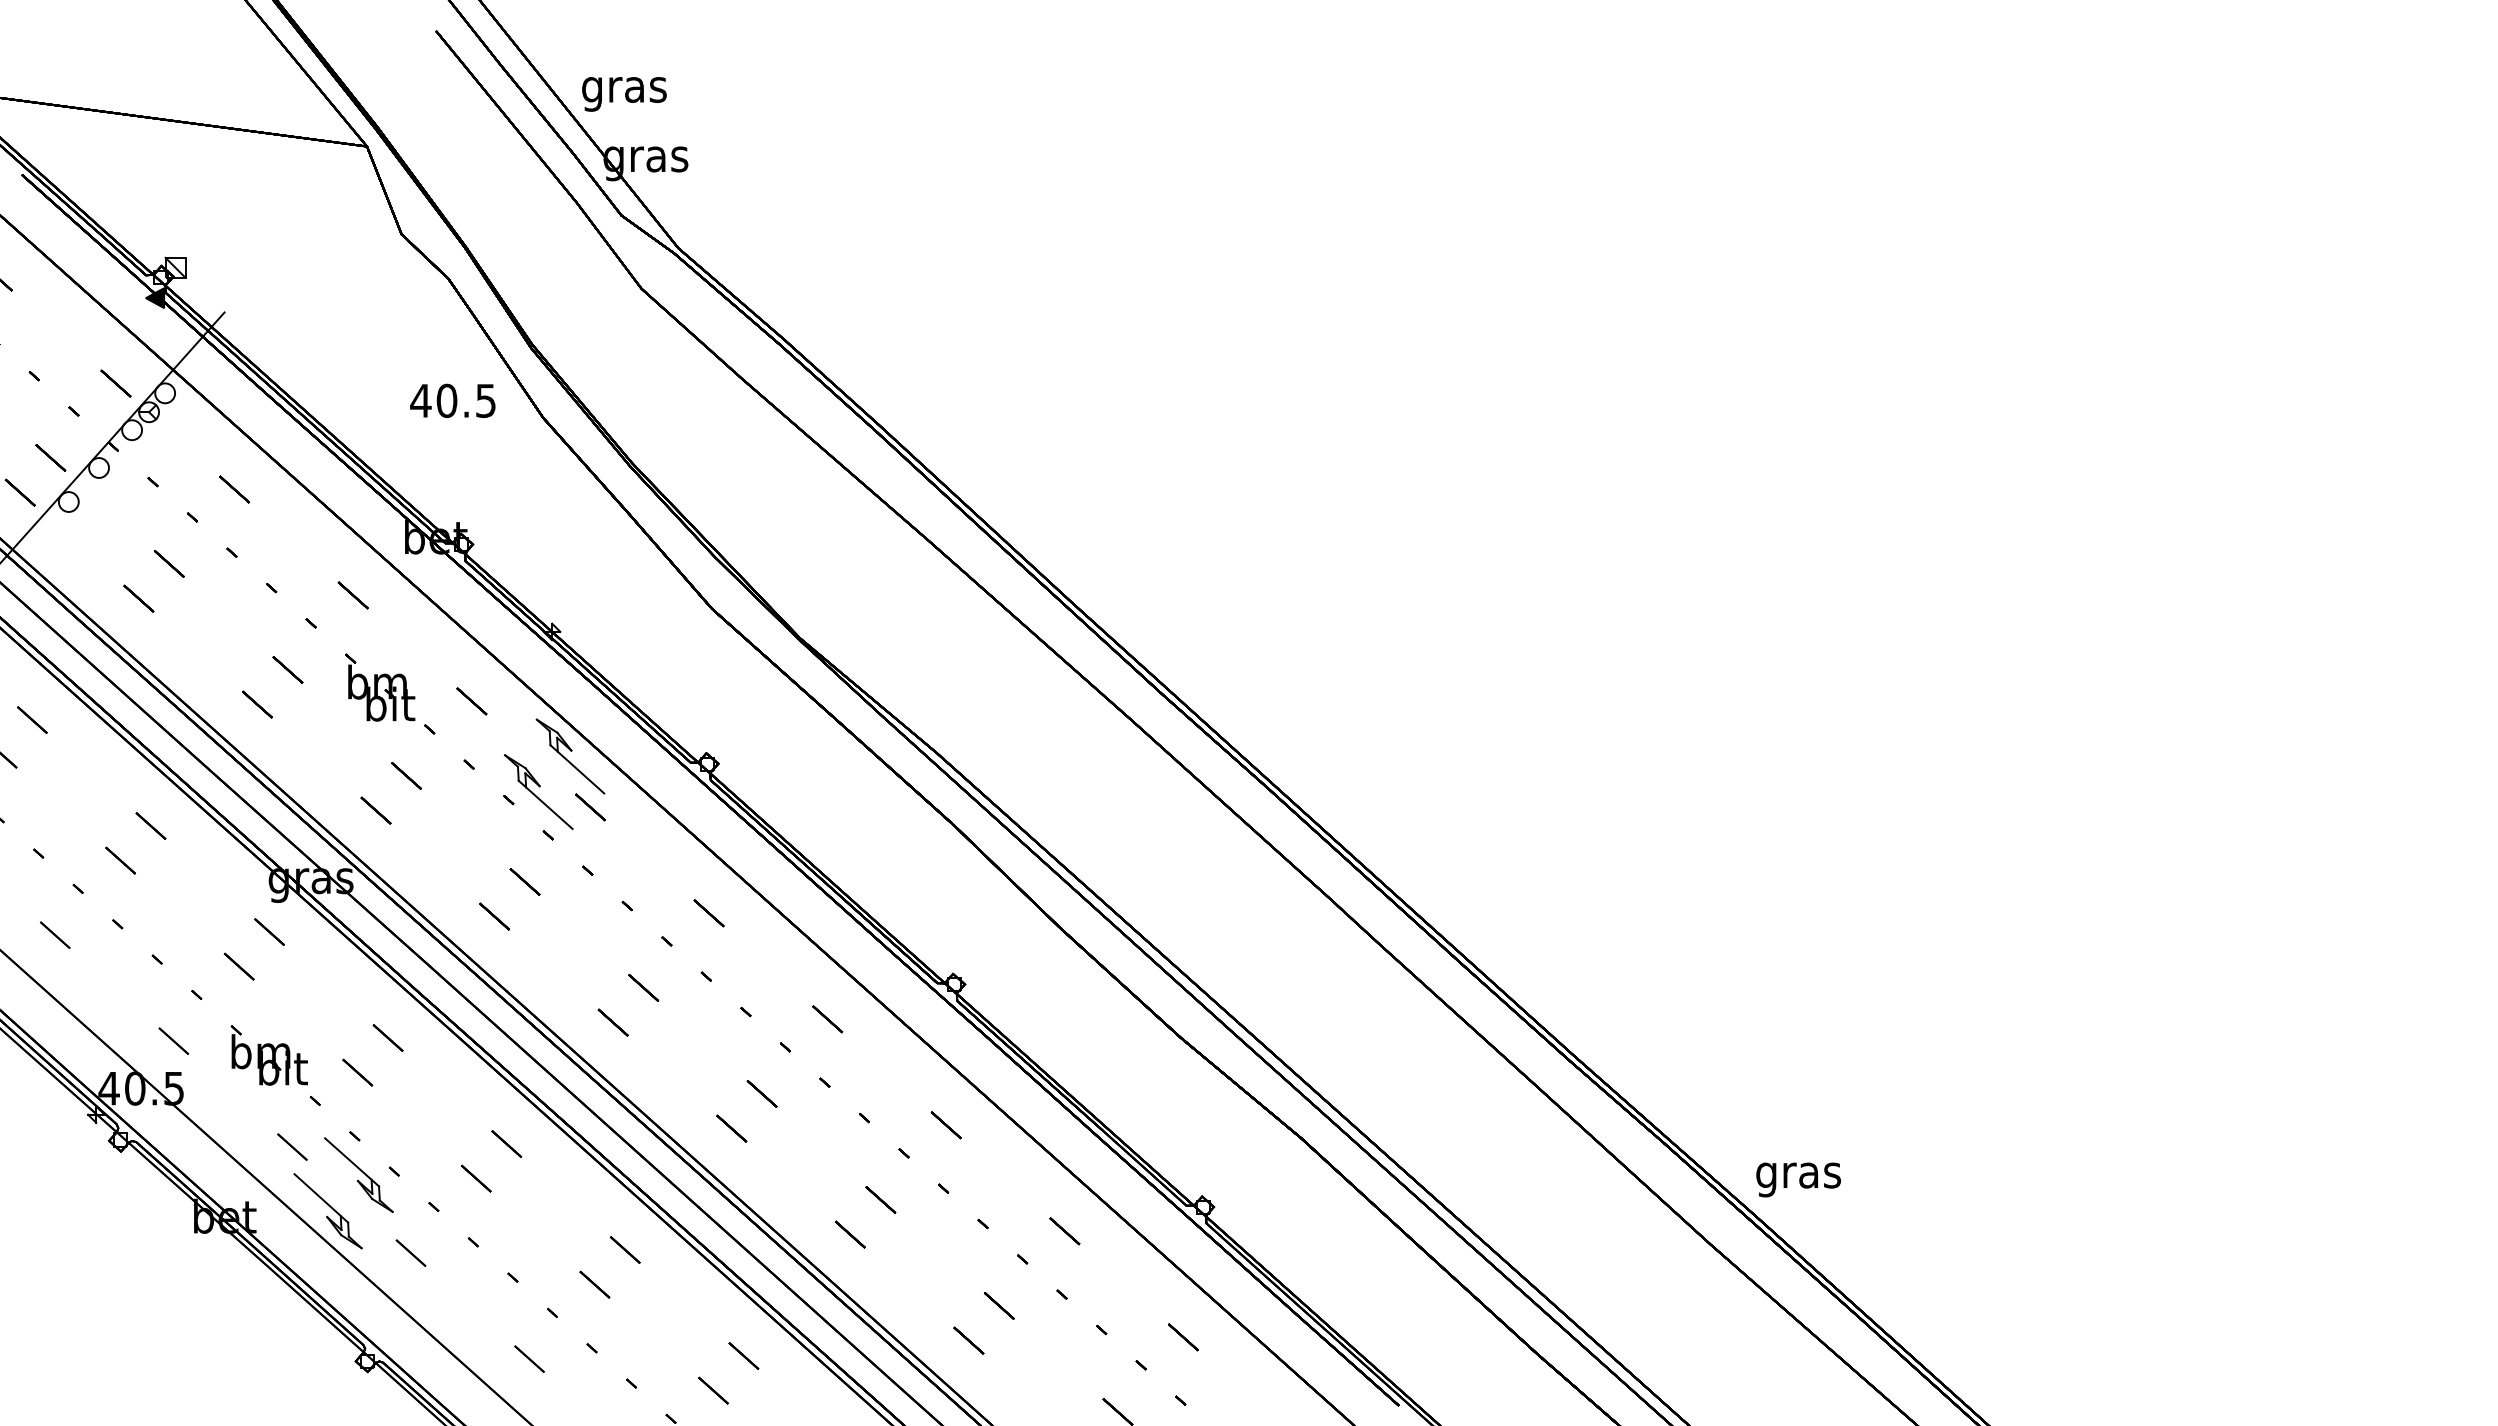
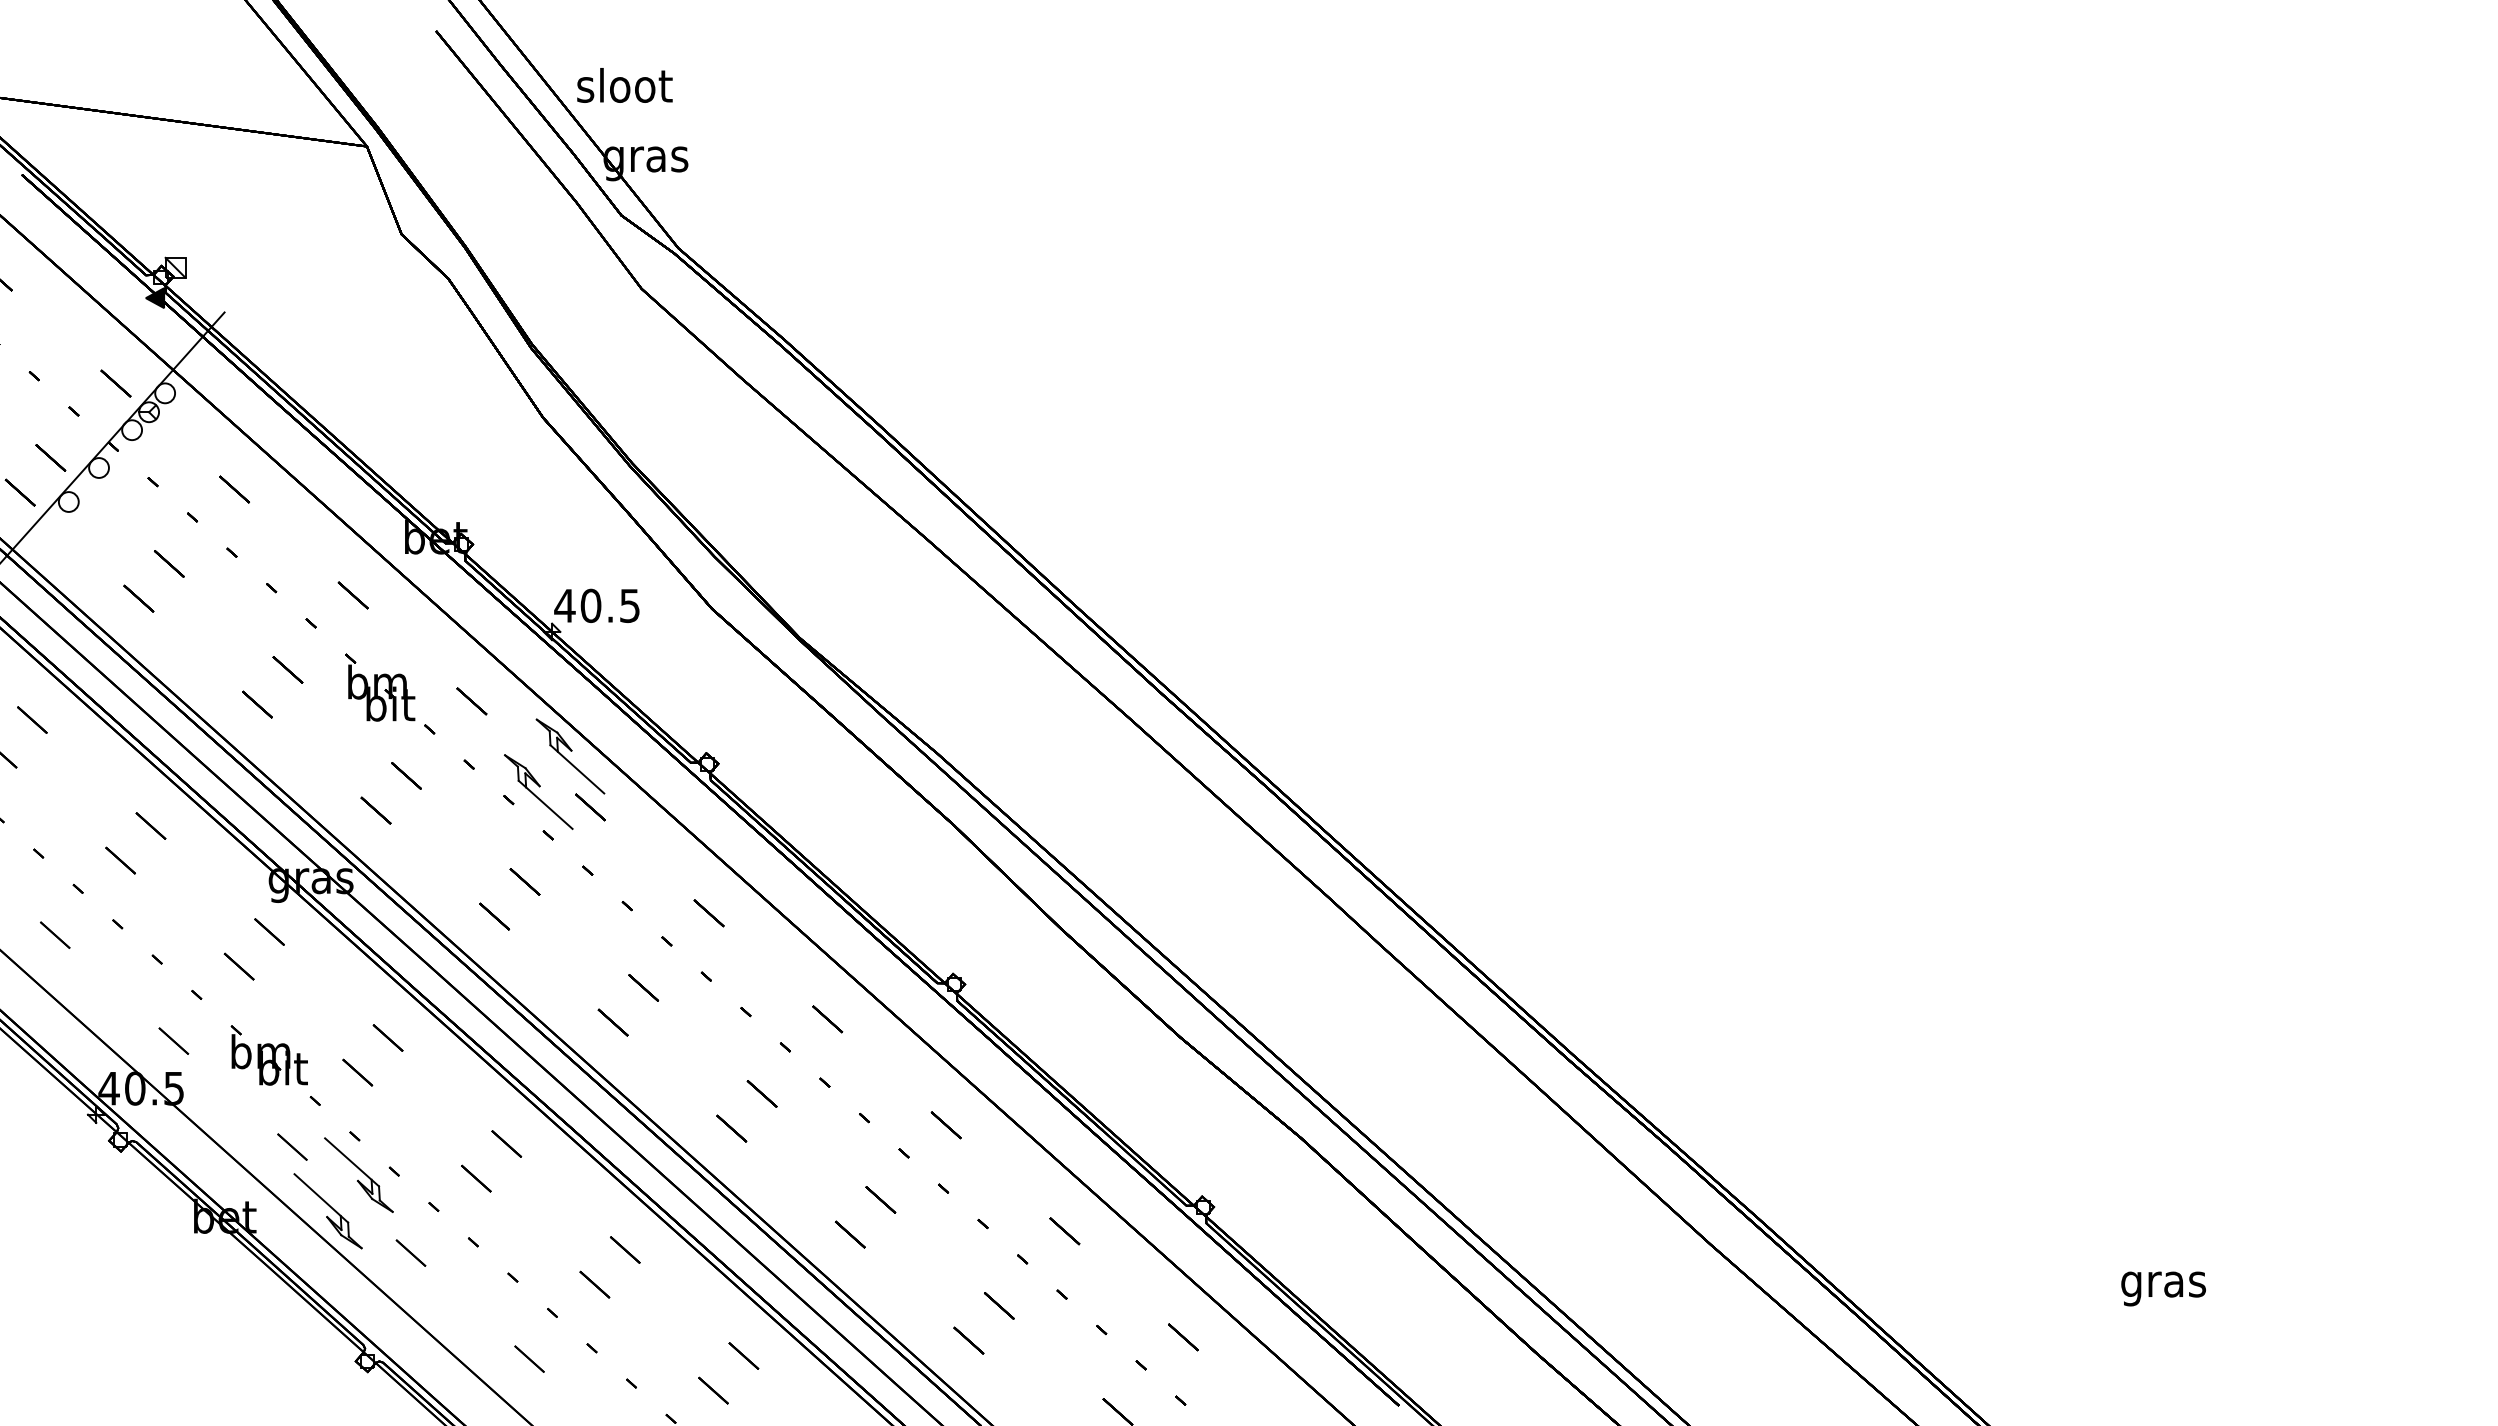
text at (624, 89): gras -> sloot
text at (452, 400) position: (452, 400) -> (596, 605)
text at (1798, 1179) position: (1798, 1179) -> (2163, 1288)
